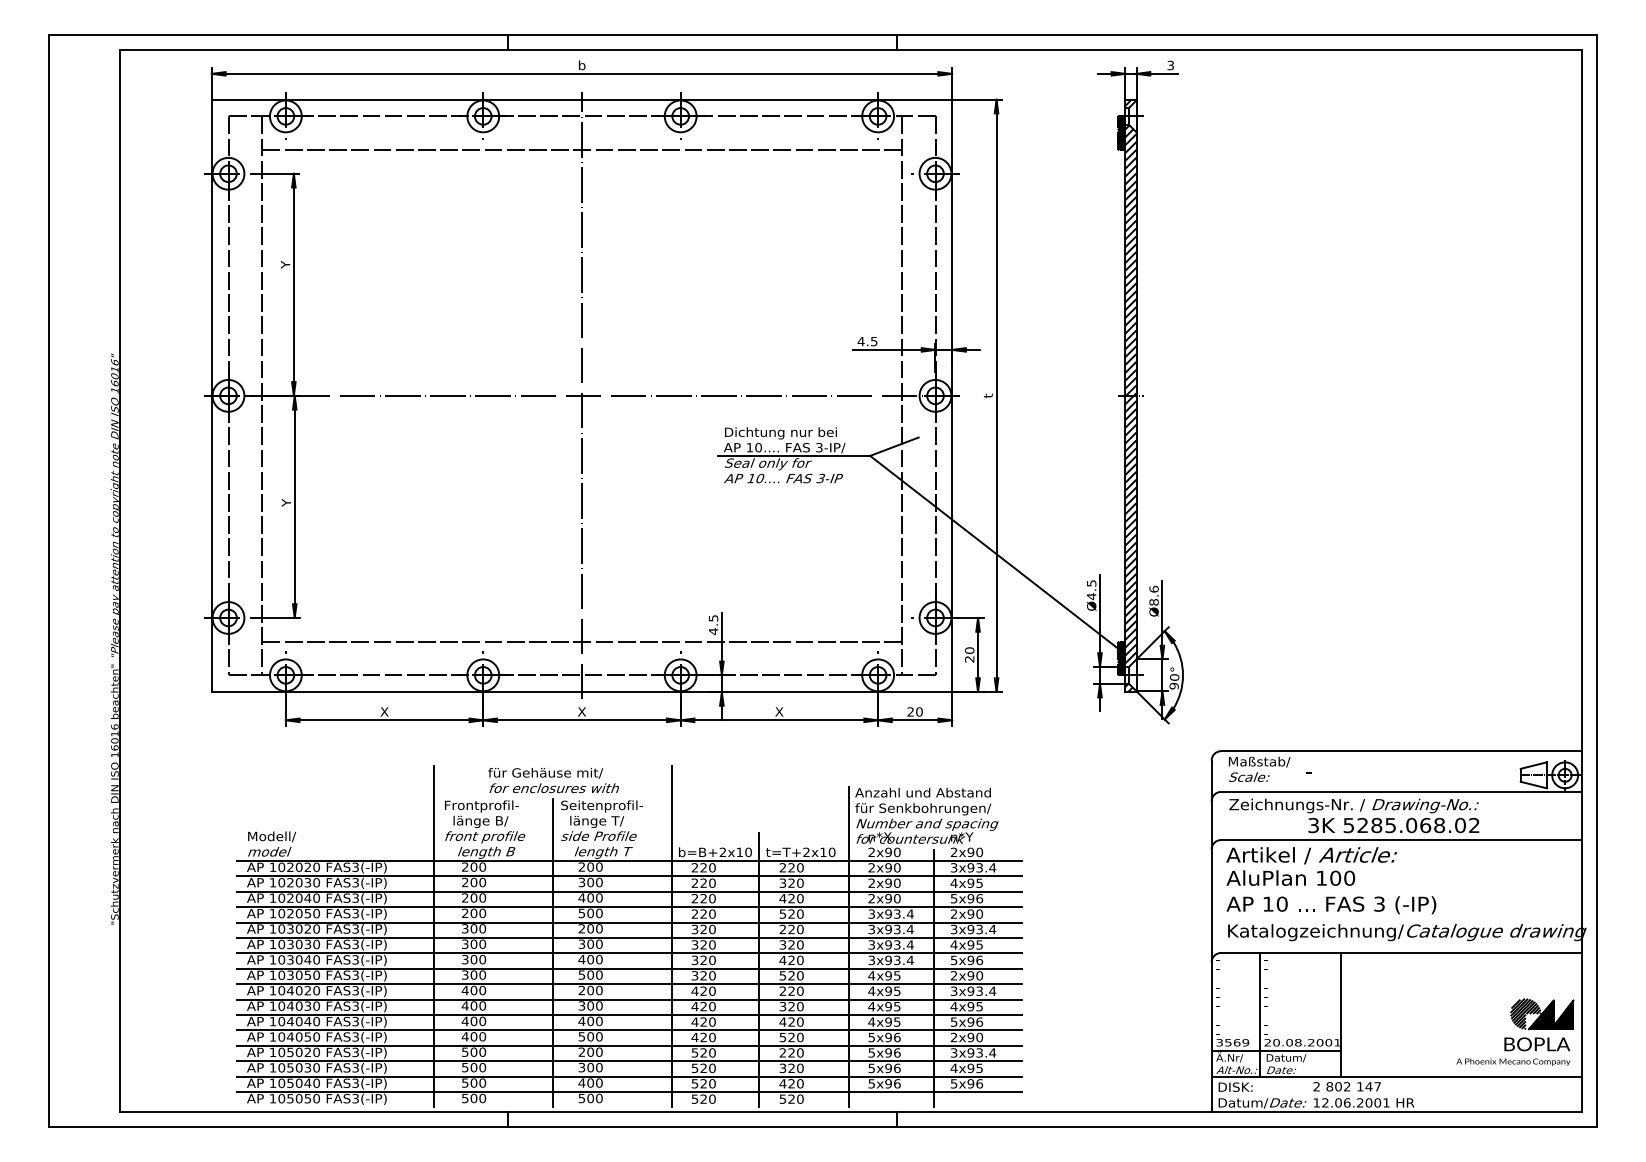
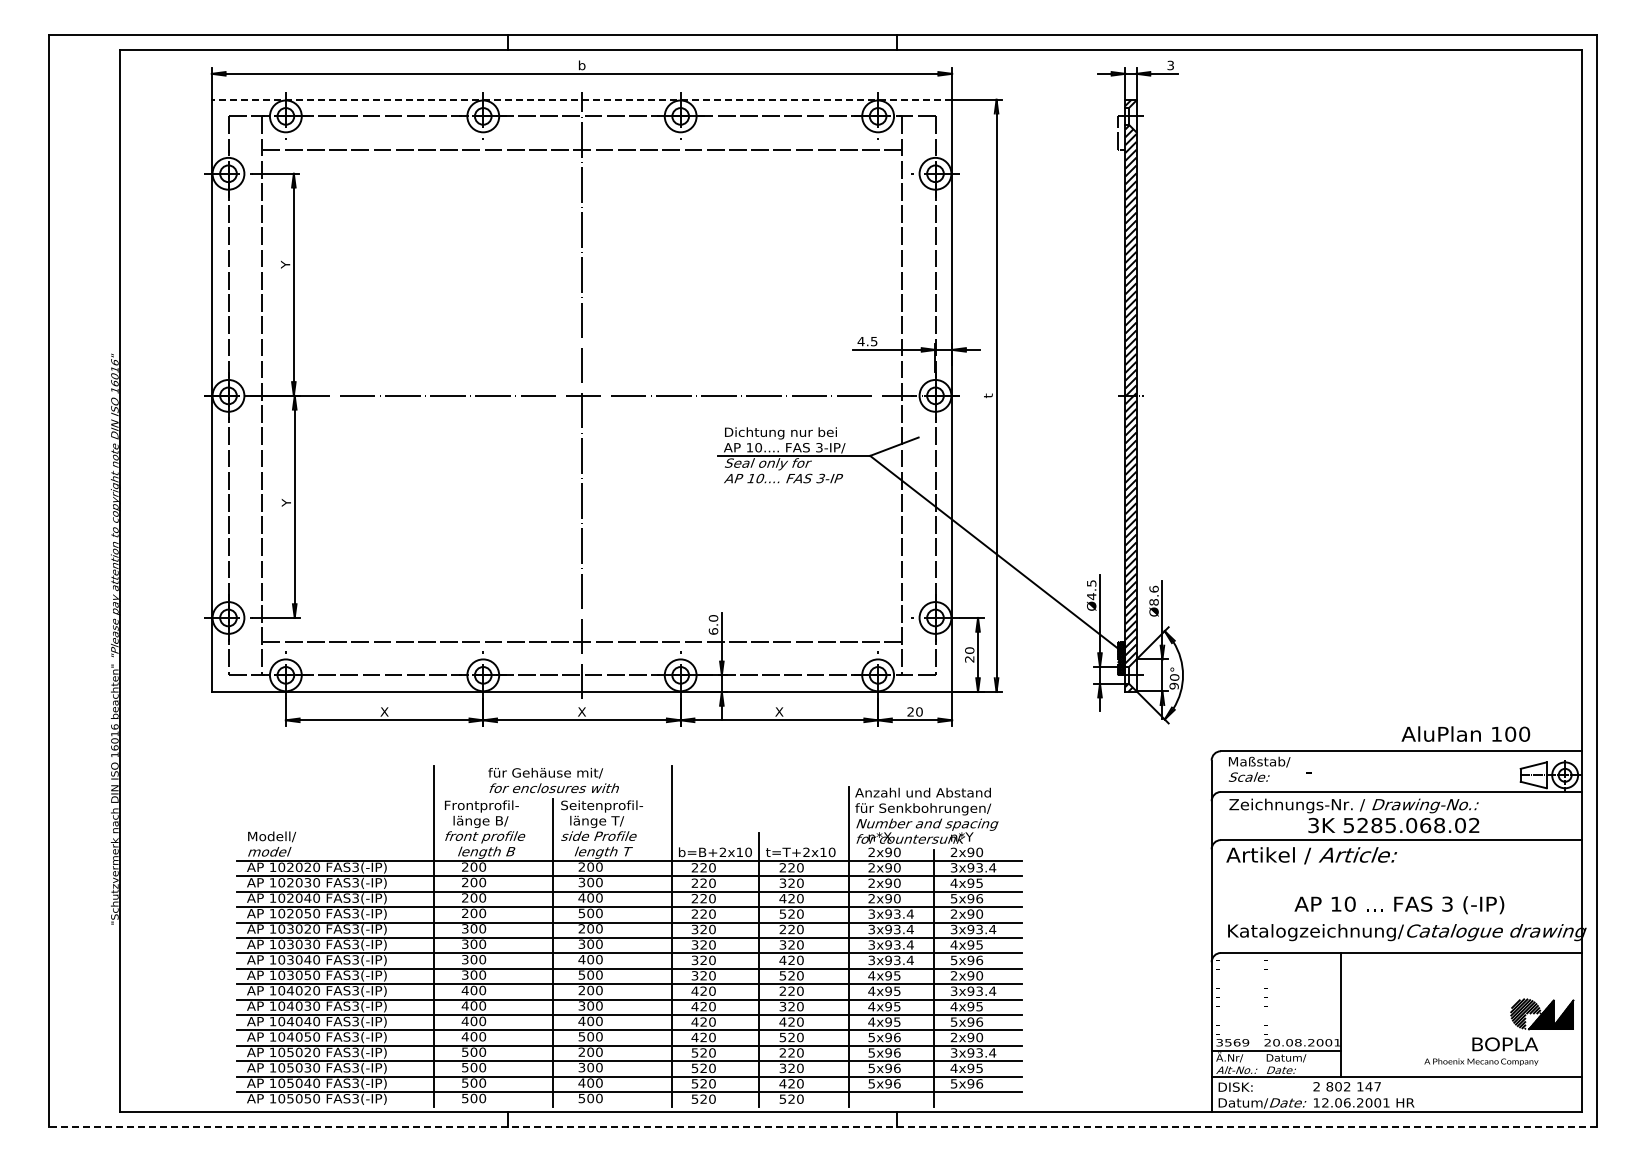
line at (581, 99): solid -> dashed
hatch at (1121, 132): present -> none
text at (713, 625): 4.5 -> 6.0
text at (1290, 877) position: (1290, 877) -> (1465, 733)
text at (1331, 905) position: (1331, 905) -> (1399, 905)
line at (1259, 1015): present -> none
text at (1513, 1051) position: (1513, 1051) -> (1481, 1051)
line at (822, 1126): solid -> dashed
